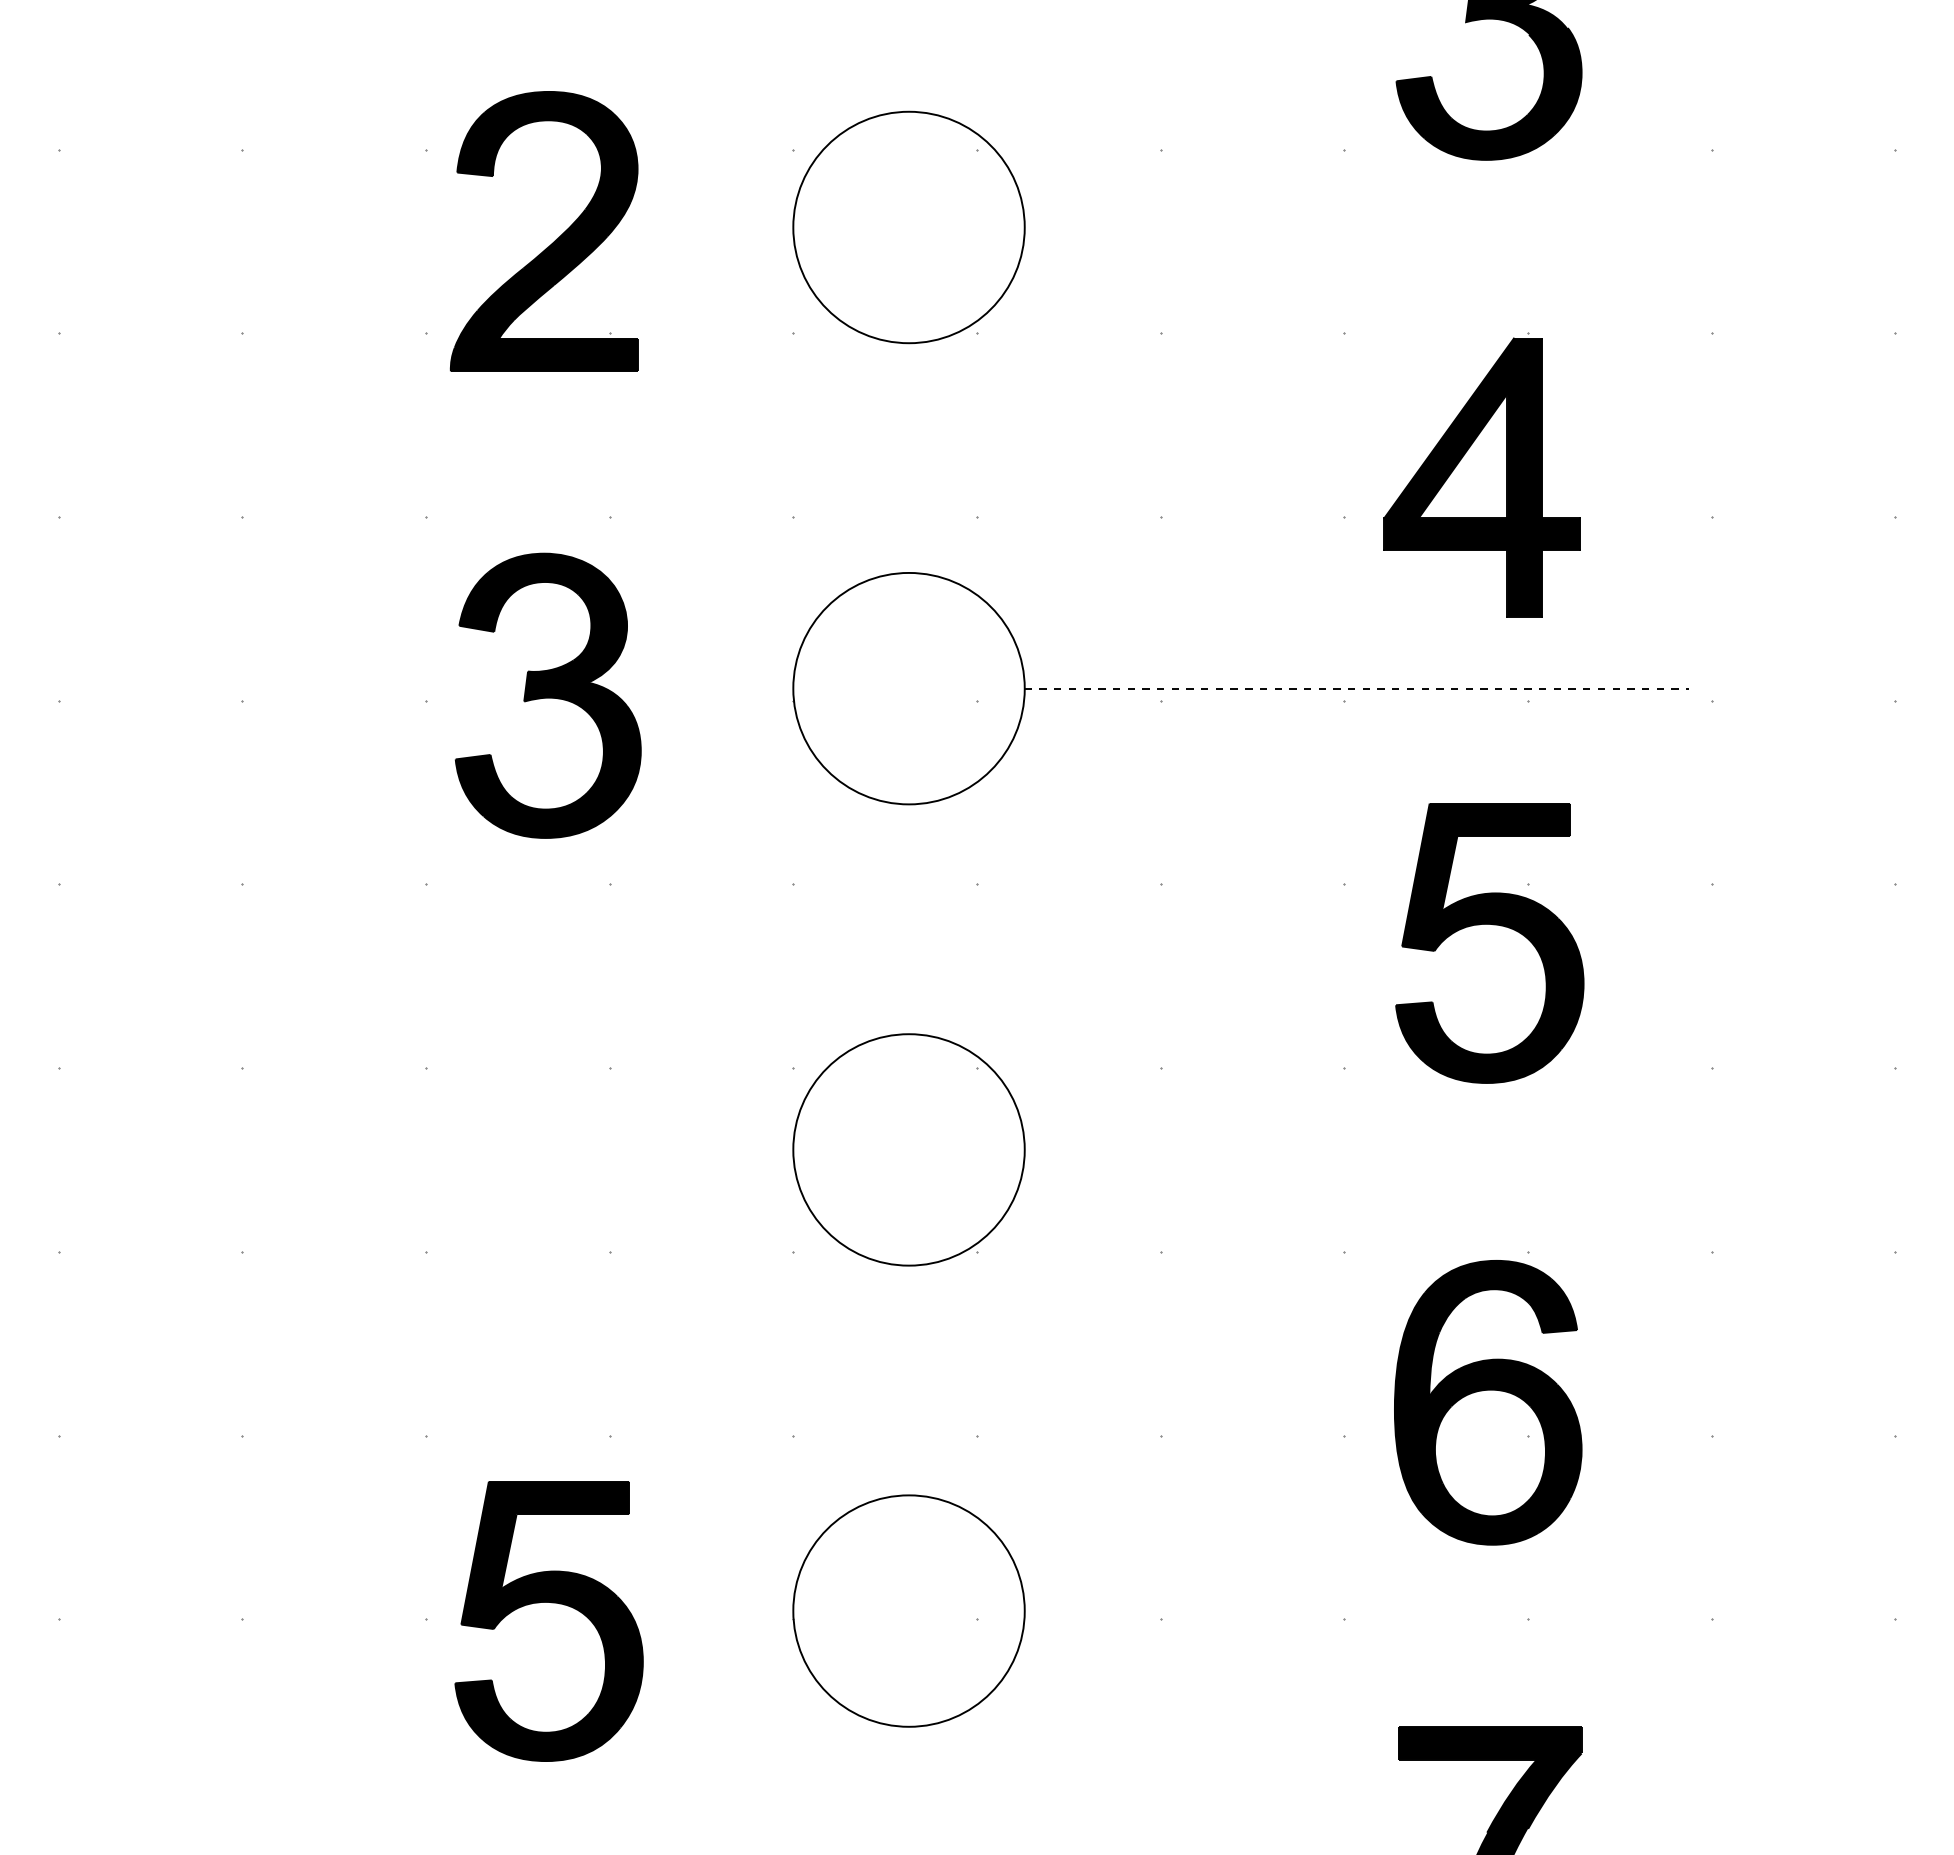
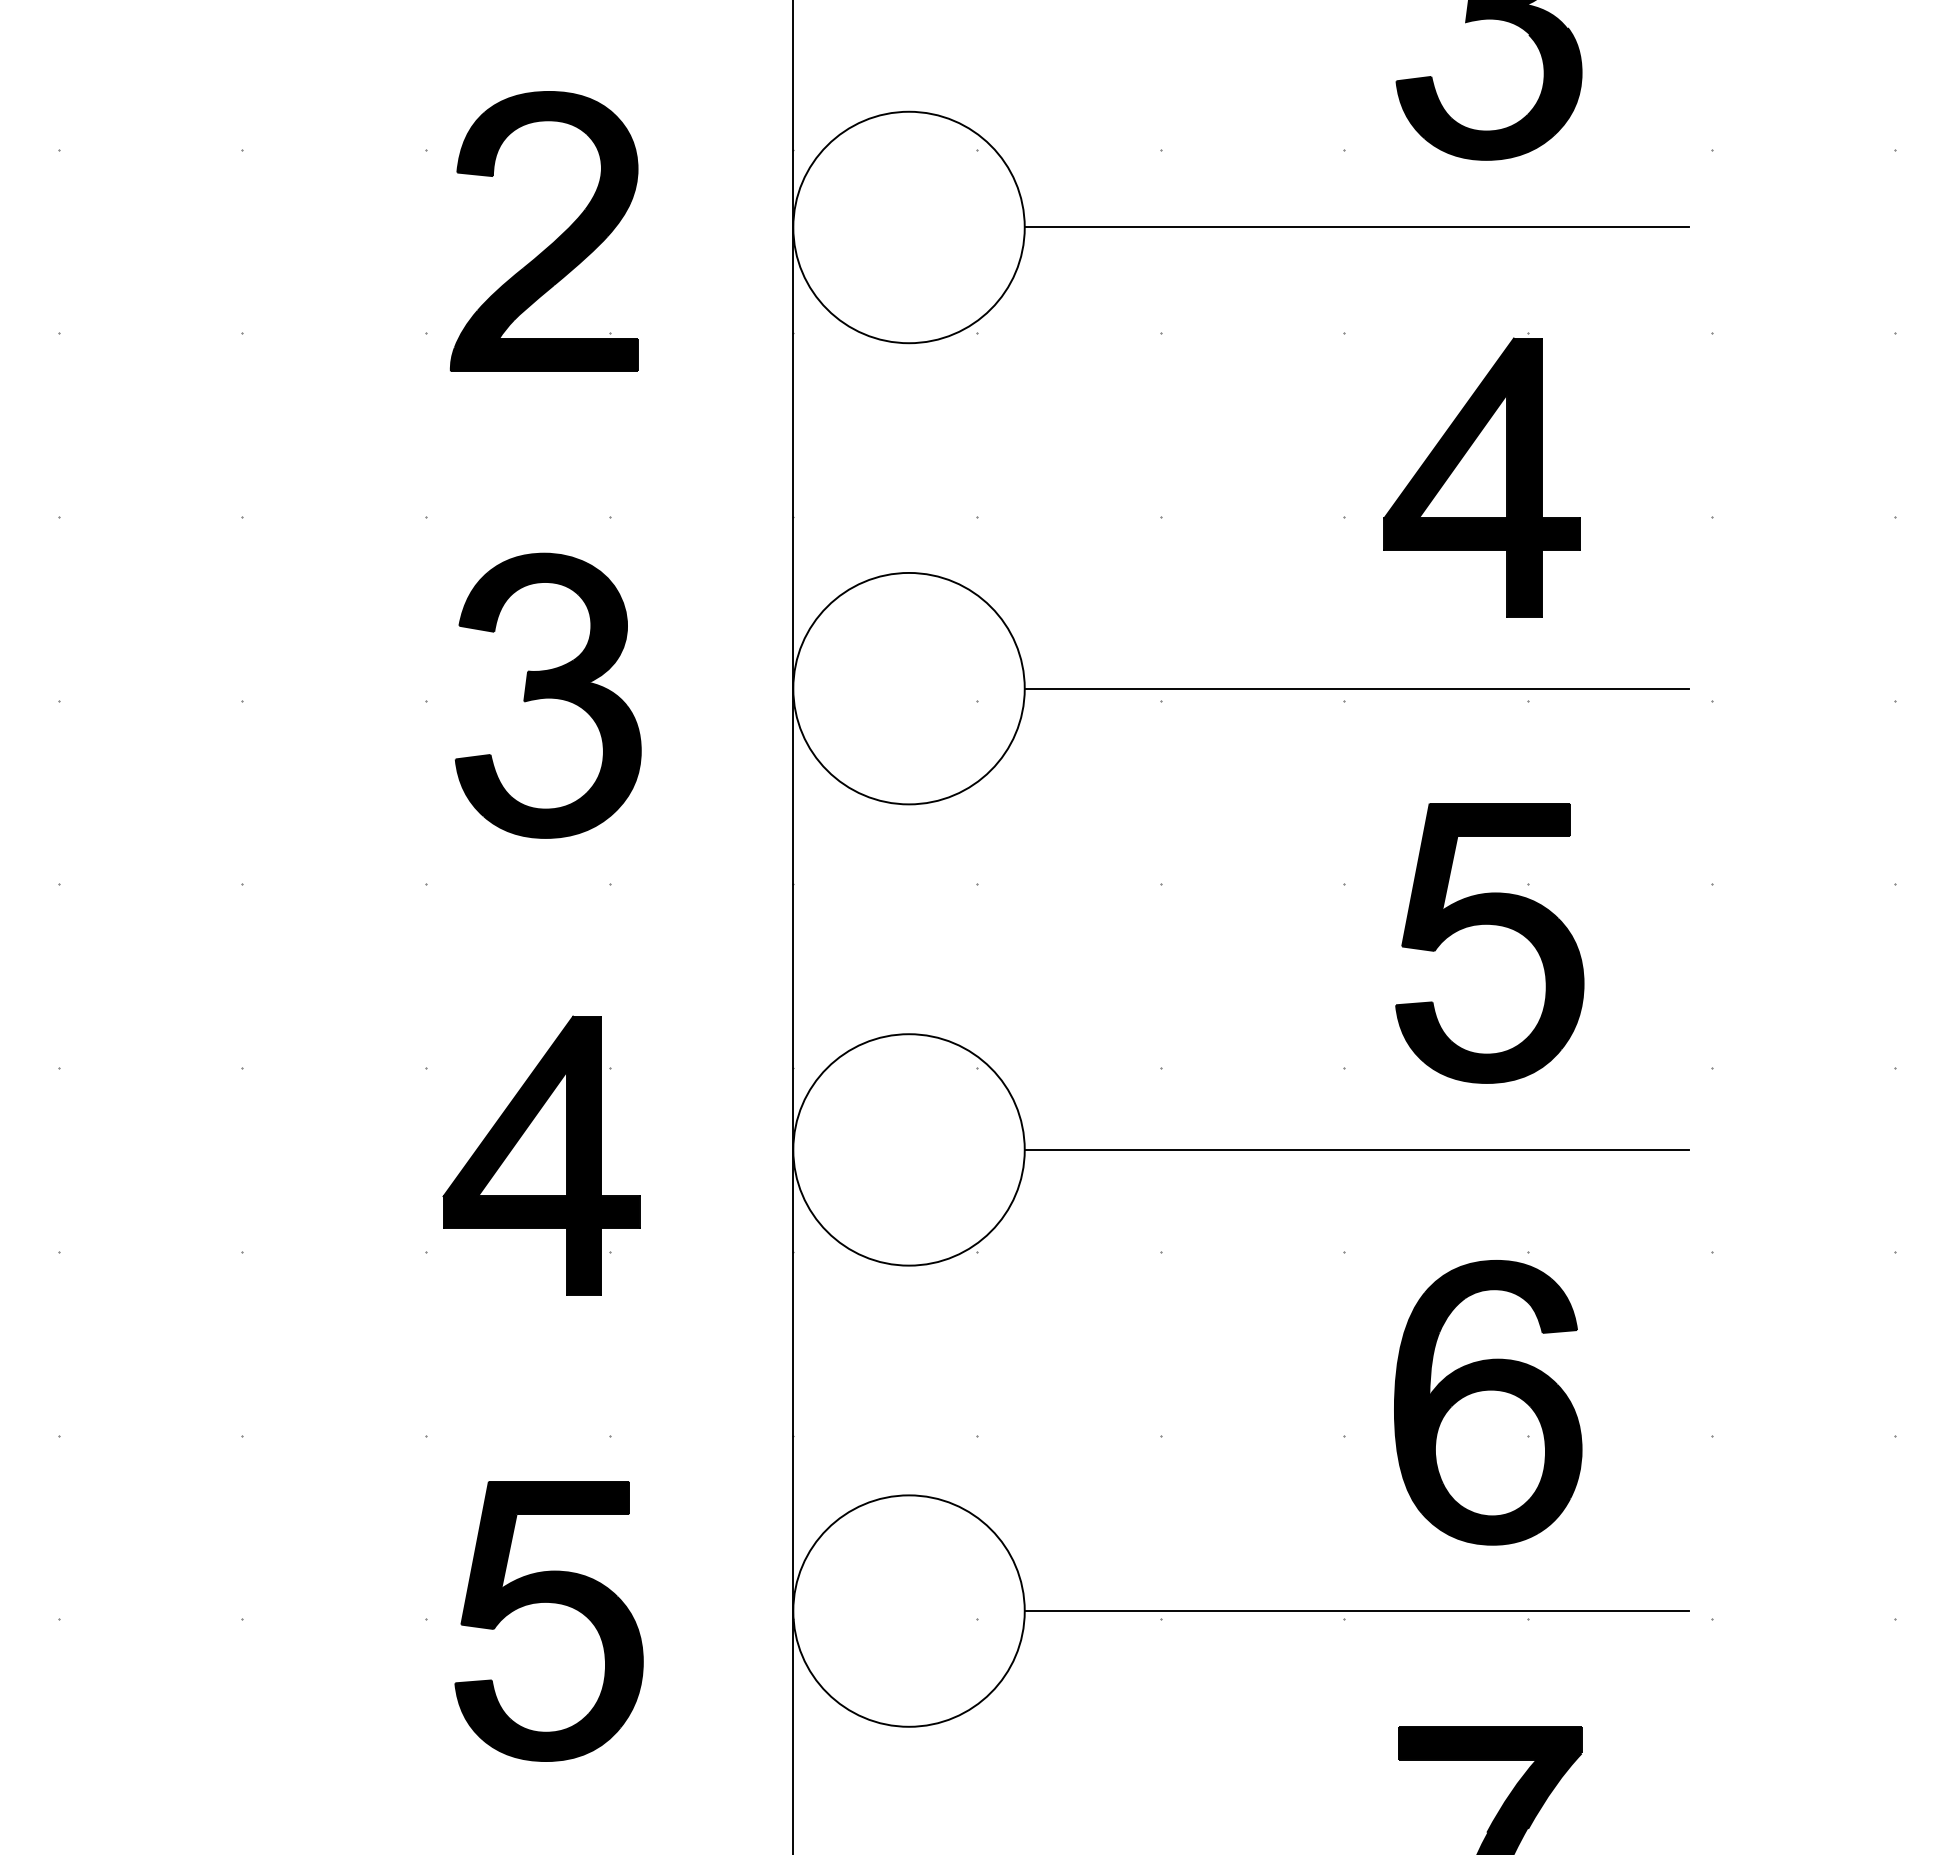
line at (1356, 227): none -> present
line at (1357, 688): dashed -> solid
line at (793, 926): none -> present
line at (1356, 1149): none -> present
part at (541, 1155): none -> present
line at (1356, 1611): none -> present
